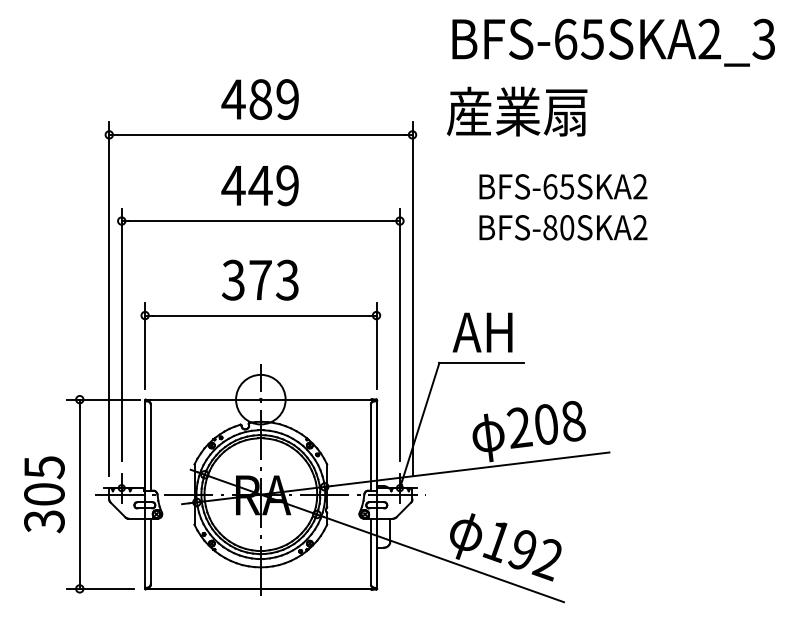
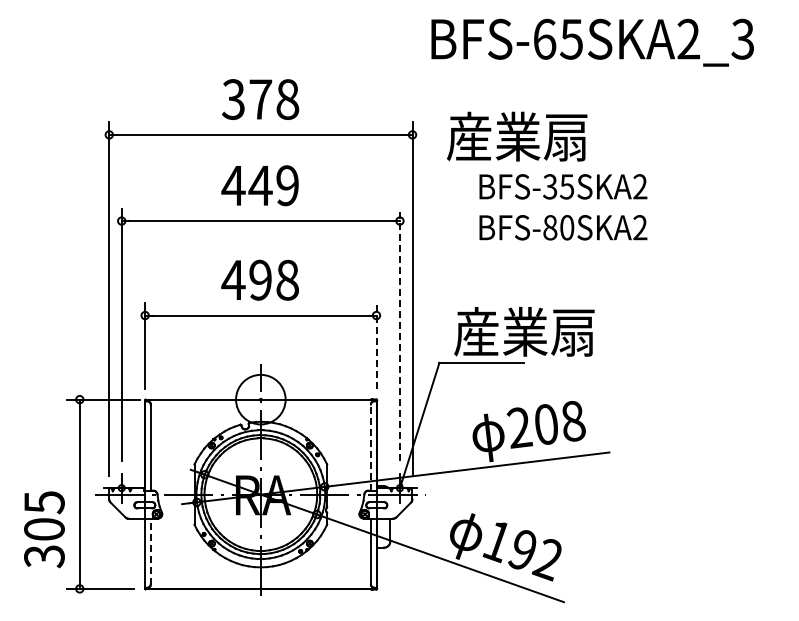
text at (613, 42) position: (613, 42) -> (592, 42)
text at (260, 99): 489 -> 378
text at (517, 111) position: (517, 111) -> (517, 136)
text at (550, 186): BFS-65SKA2 -> BFS-35SKA2
text at (259, 279): 373 -> 498
text at (523, 331): AH -> 産業扇
line at (399, 334): solid -> dashed
line at (376, 346): solid -> dashed
line at (370, 447): solid -> dashed
text at (44, 494) position: (44, 494) -> (44, 529)
line at (150, 551): solid -> dashed
